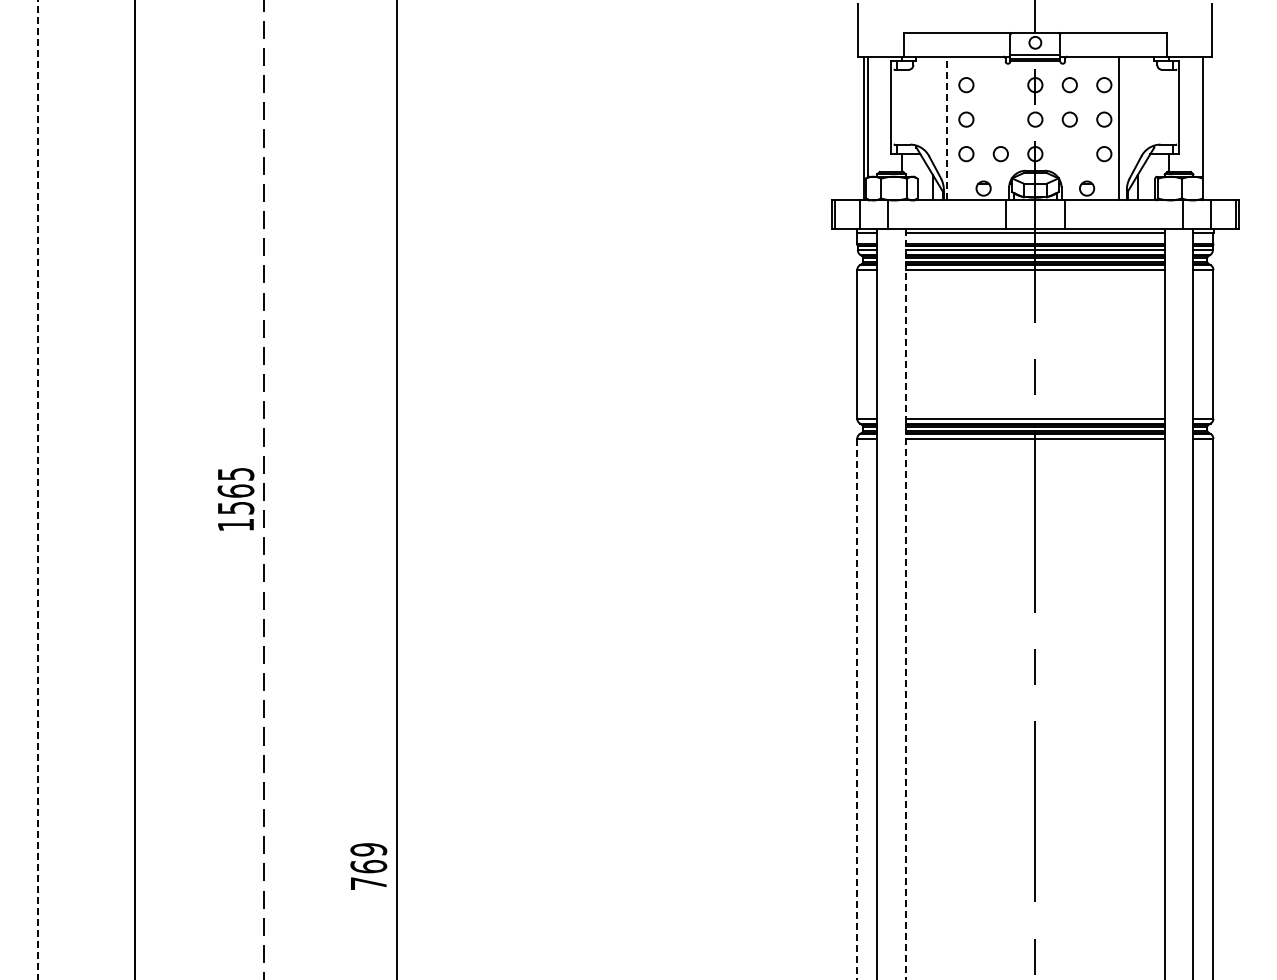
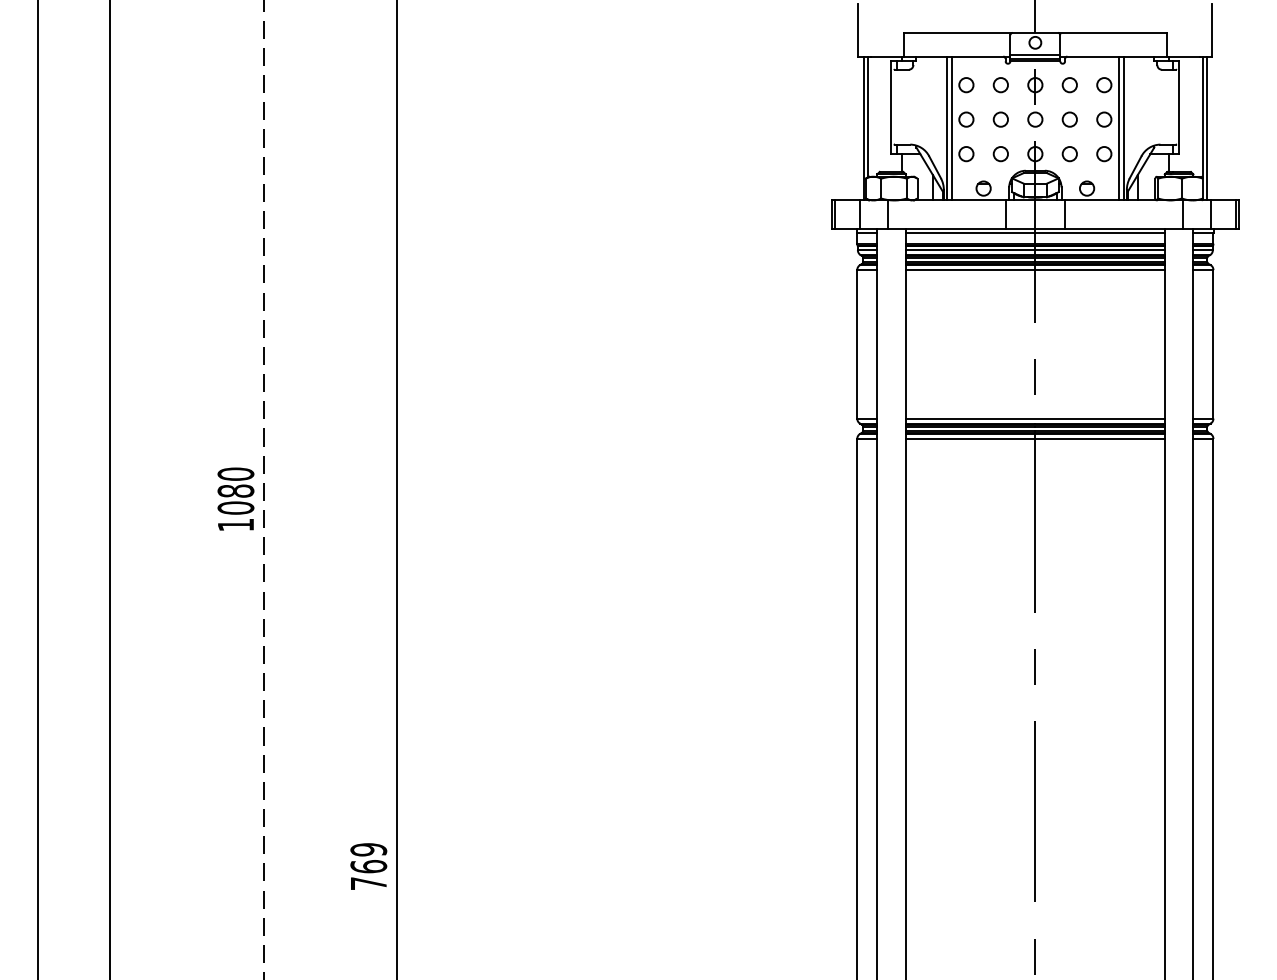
circle at (1000, 85): none -> present
circle at (1000, 119): none -> present
line at (946, 128): dashed -> solid
line at (952, 128): none -> present
line at (1123, 128): none -> present
line at (1206, 128): none -> present
circle at (1069, 154): none -> present
line at (134, 489) position: (134, 489) -> (109, 489)
line at (38, 490): dashed -> solid
text at (235, 490): 1565 -> 1080
line at (905, 604): dashed -> solid
line at (857, 709): dashed -> solid
